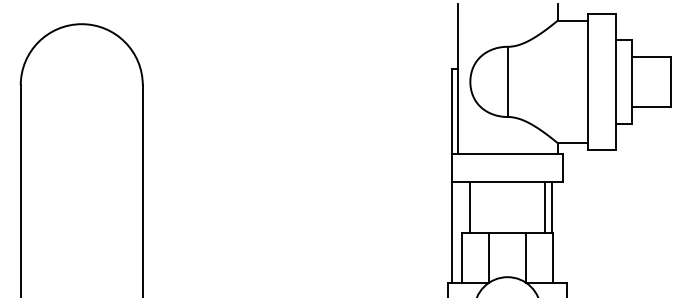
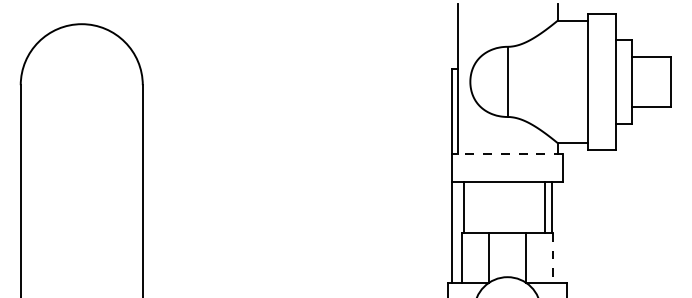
line at (507, 154): solid -> dashed
line at (470, 206) position: (470, 206) -> (464, 206)
line at (553, 257): solid -> dashed
